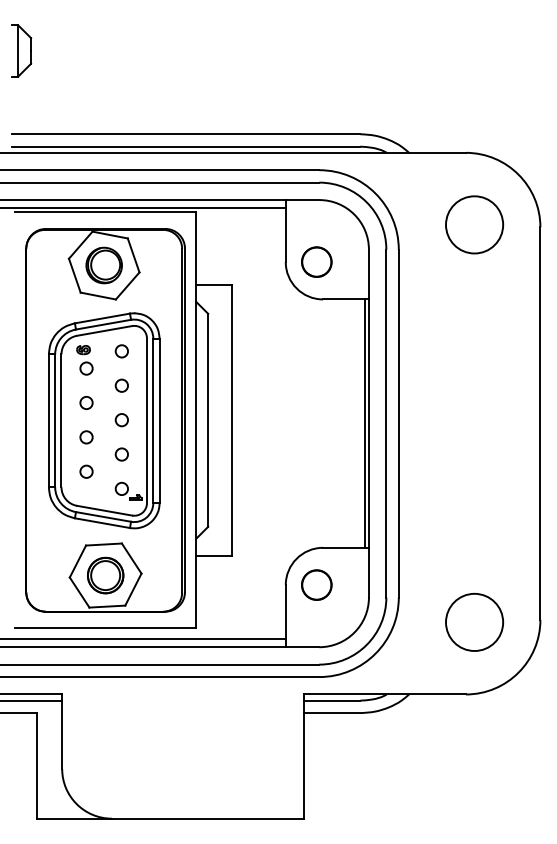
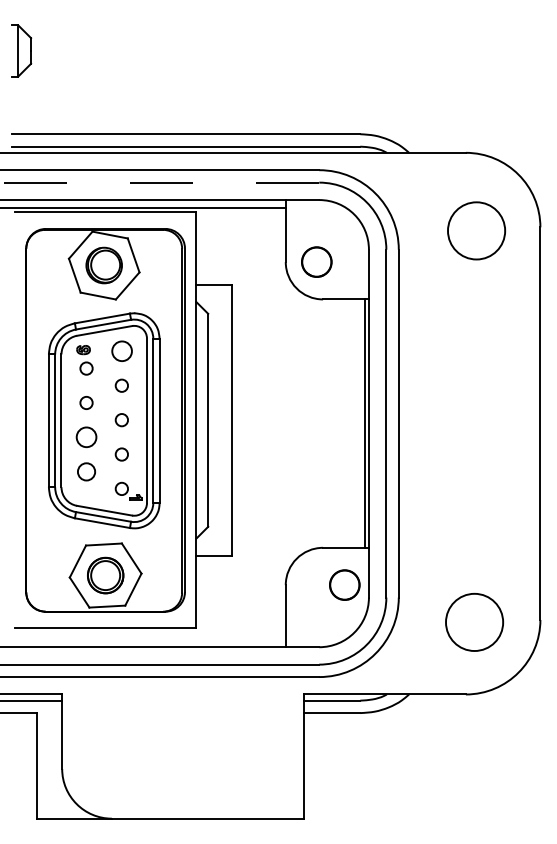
line at (159, 182): solid -> dashed
circle at (474, 224) position: (474, 224) -> (476, 230)
circle at (121, 351) size: 15x15 px -> 22x22 px
circle at (86, 437) size: 15x15 px -> 23x23 px
circle at (86, 471) size: 15x15 px -> 19x20 px
circle at (316, 584) position: (316, 584) -> (344, 584)
line at (143, 639): present -> none
